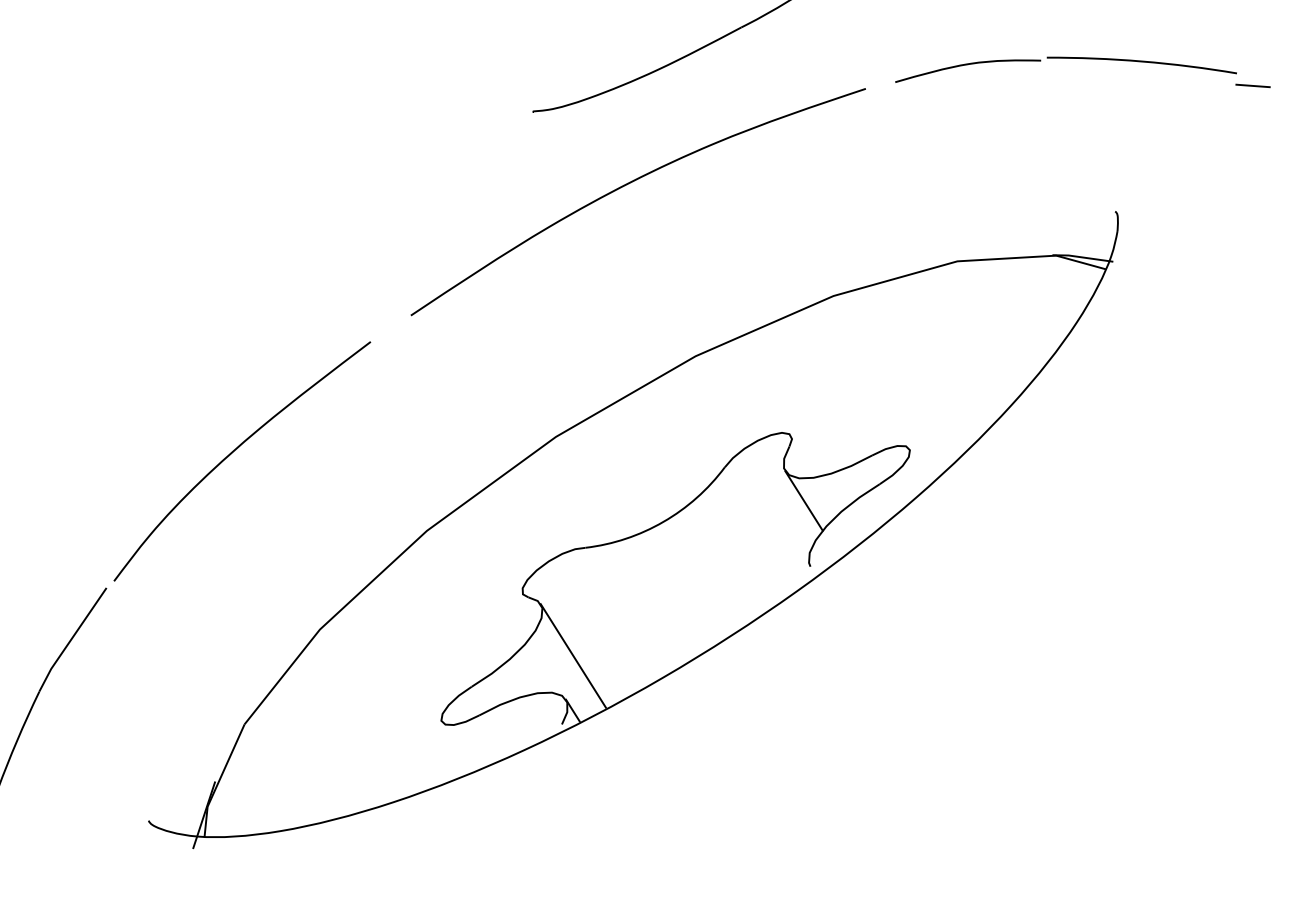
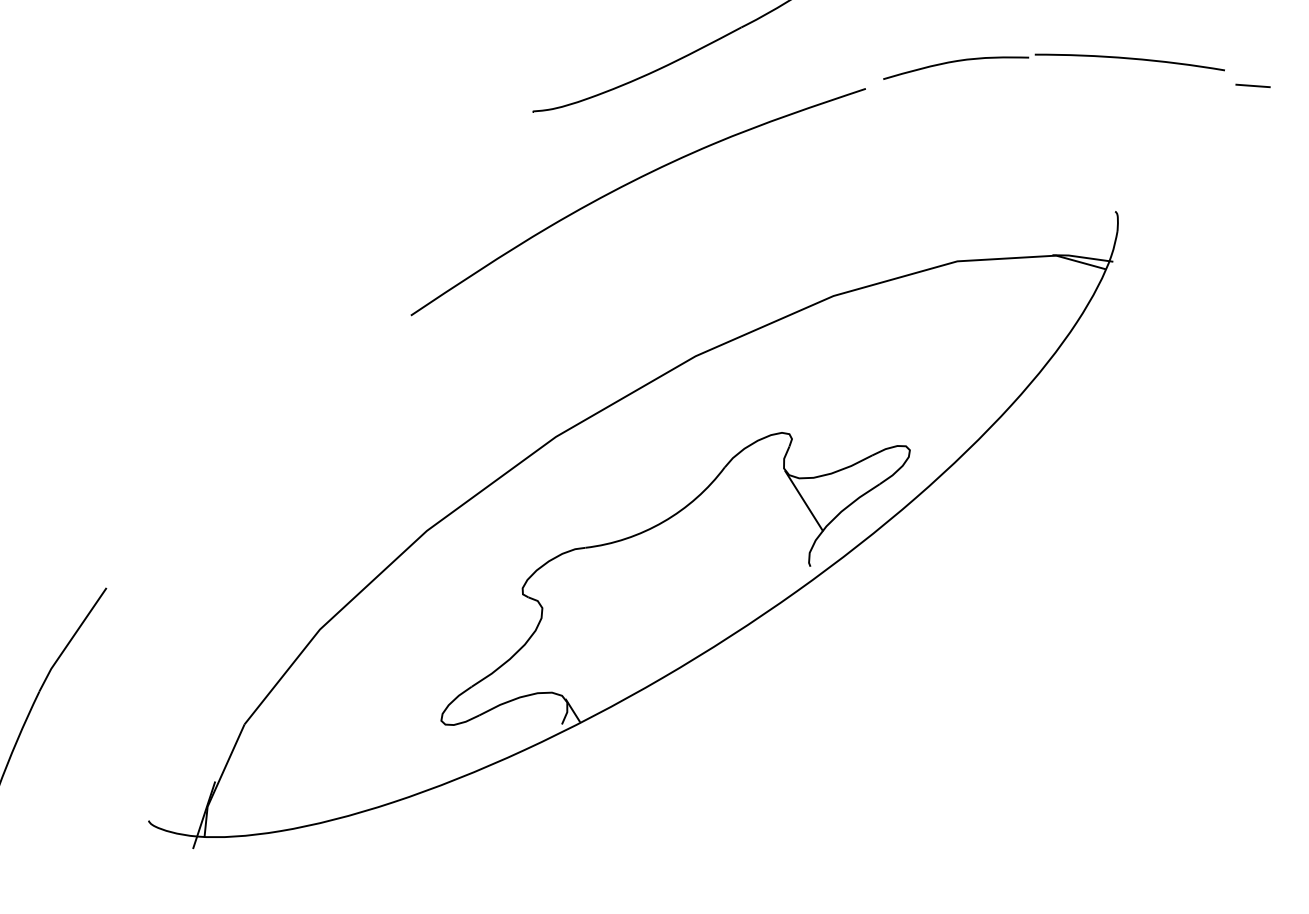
part at (1065, 58) position: (1065, 58) -> (1053, 55)
curve at (233, 452): present -> none
line at (572, 655): present -> none
